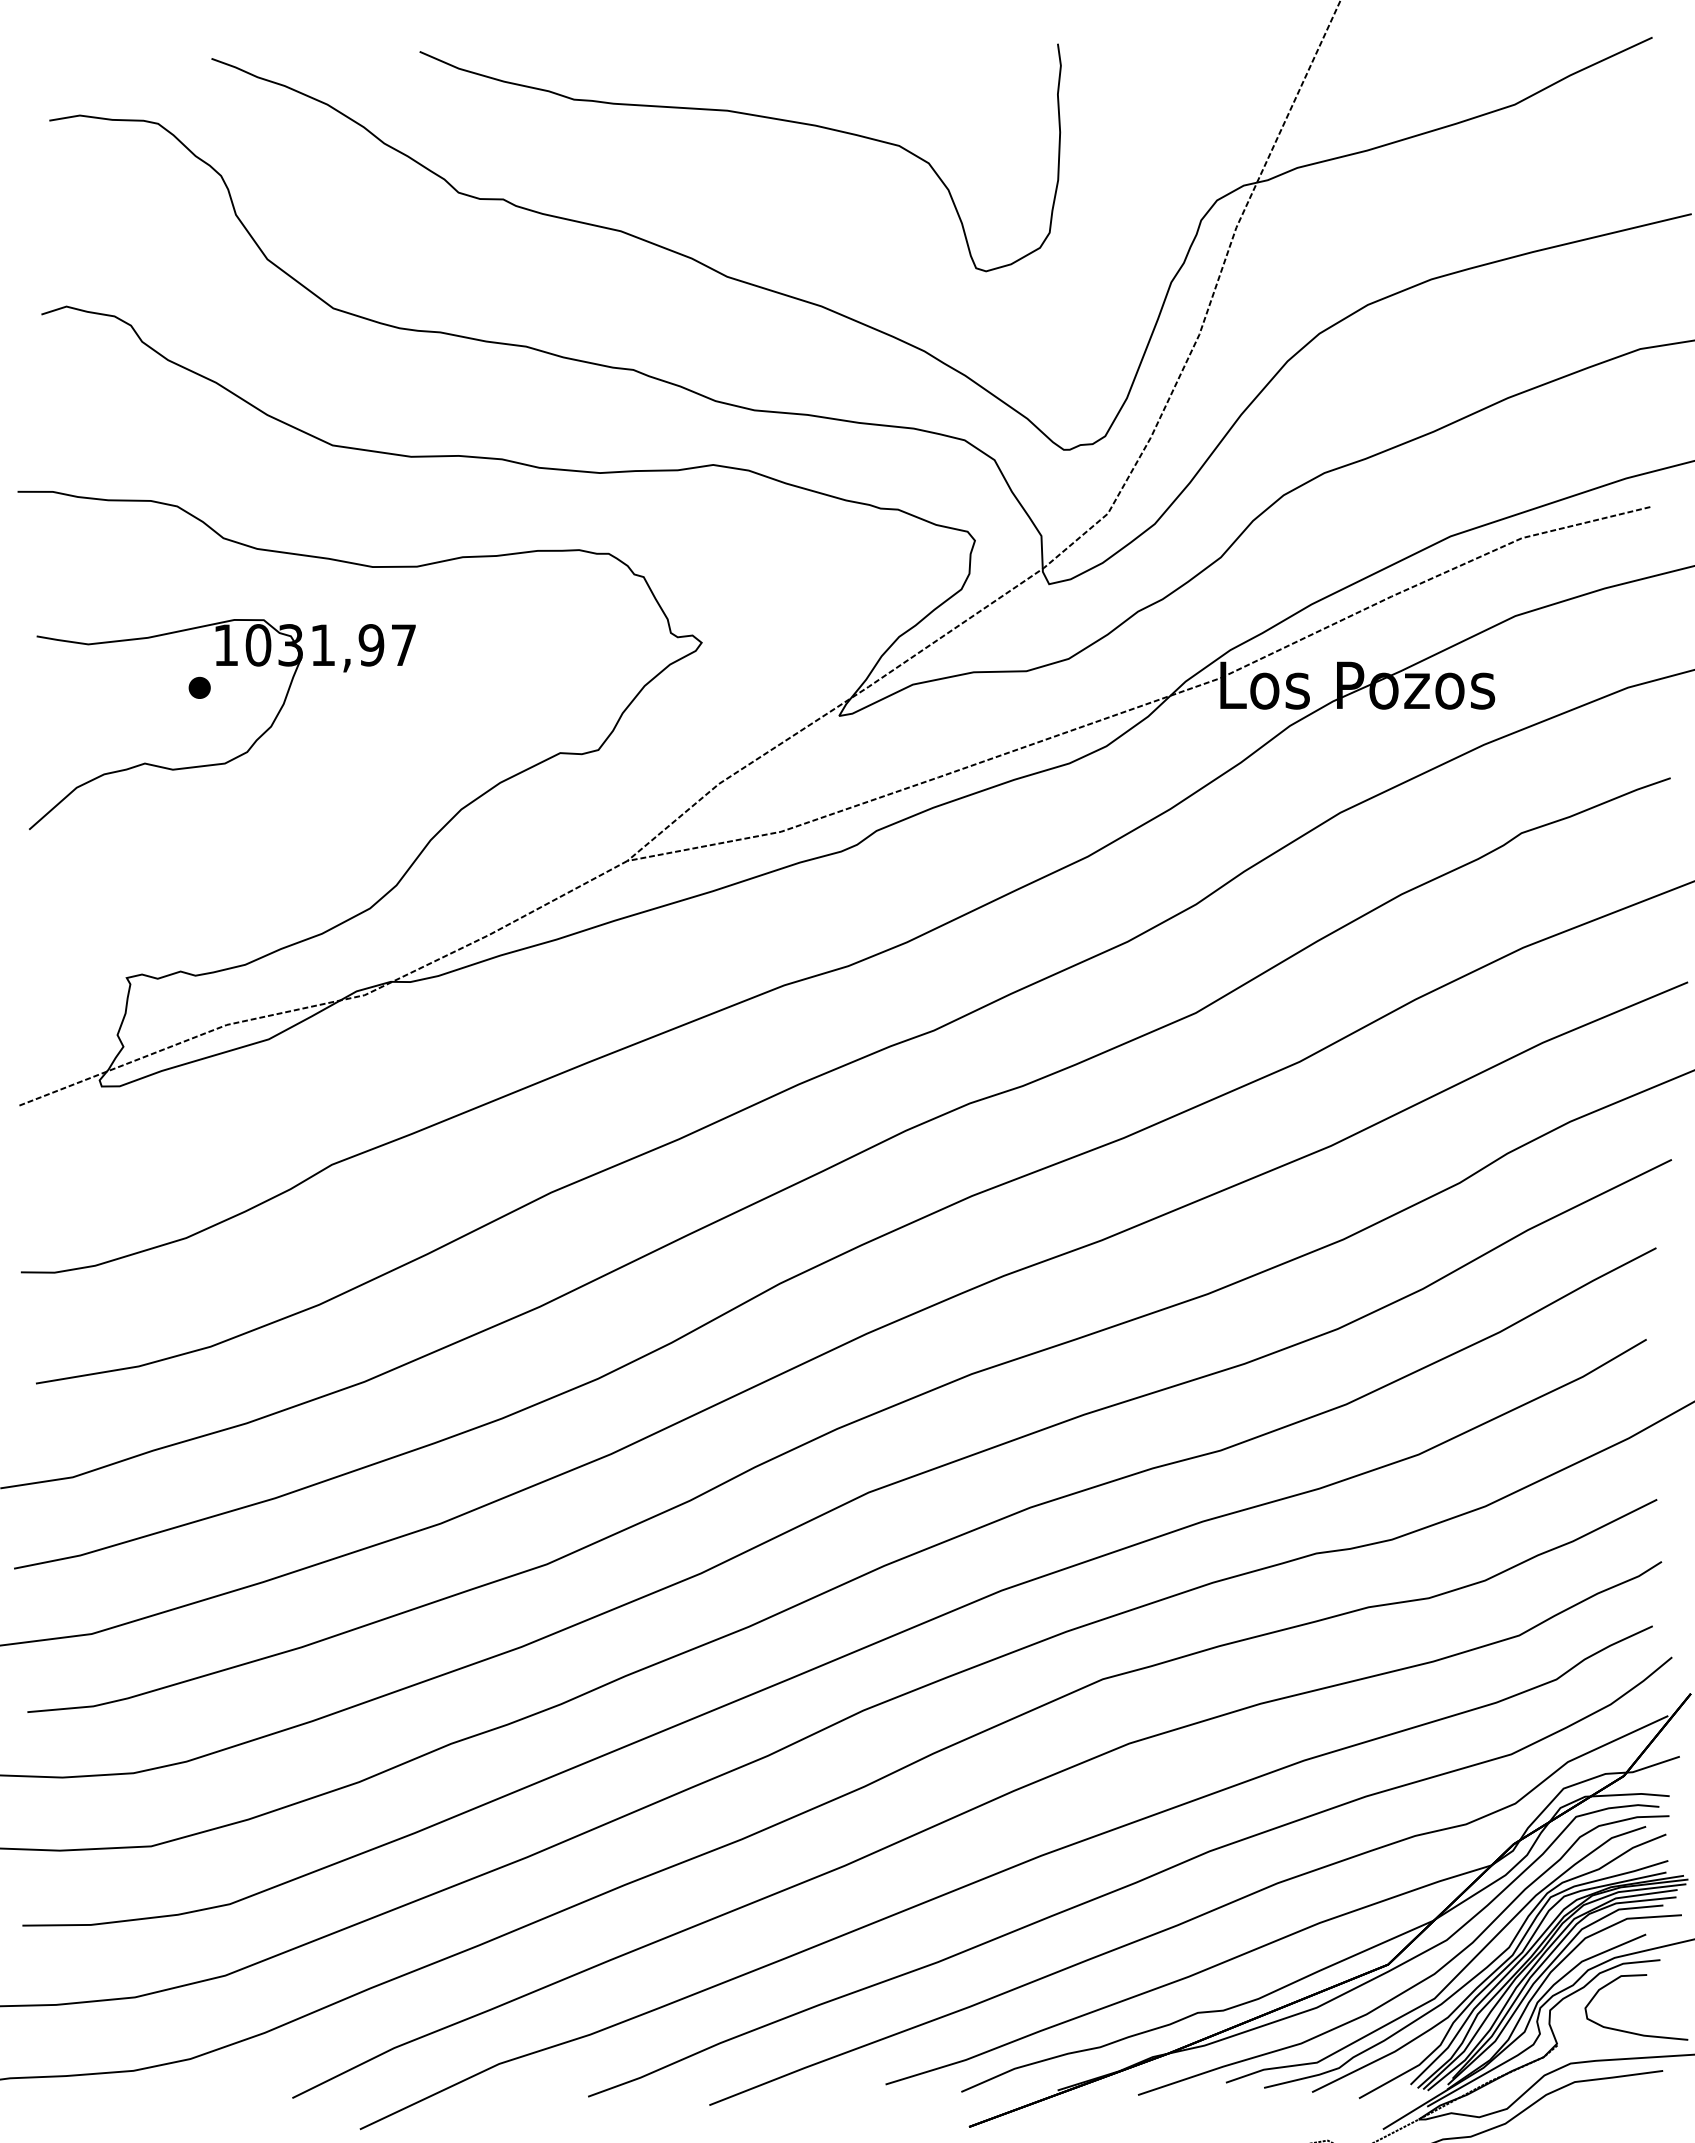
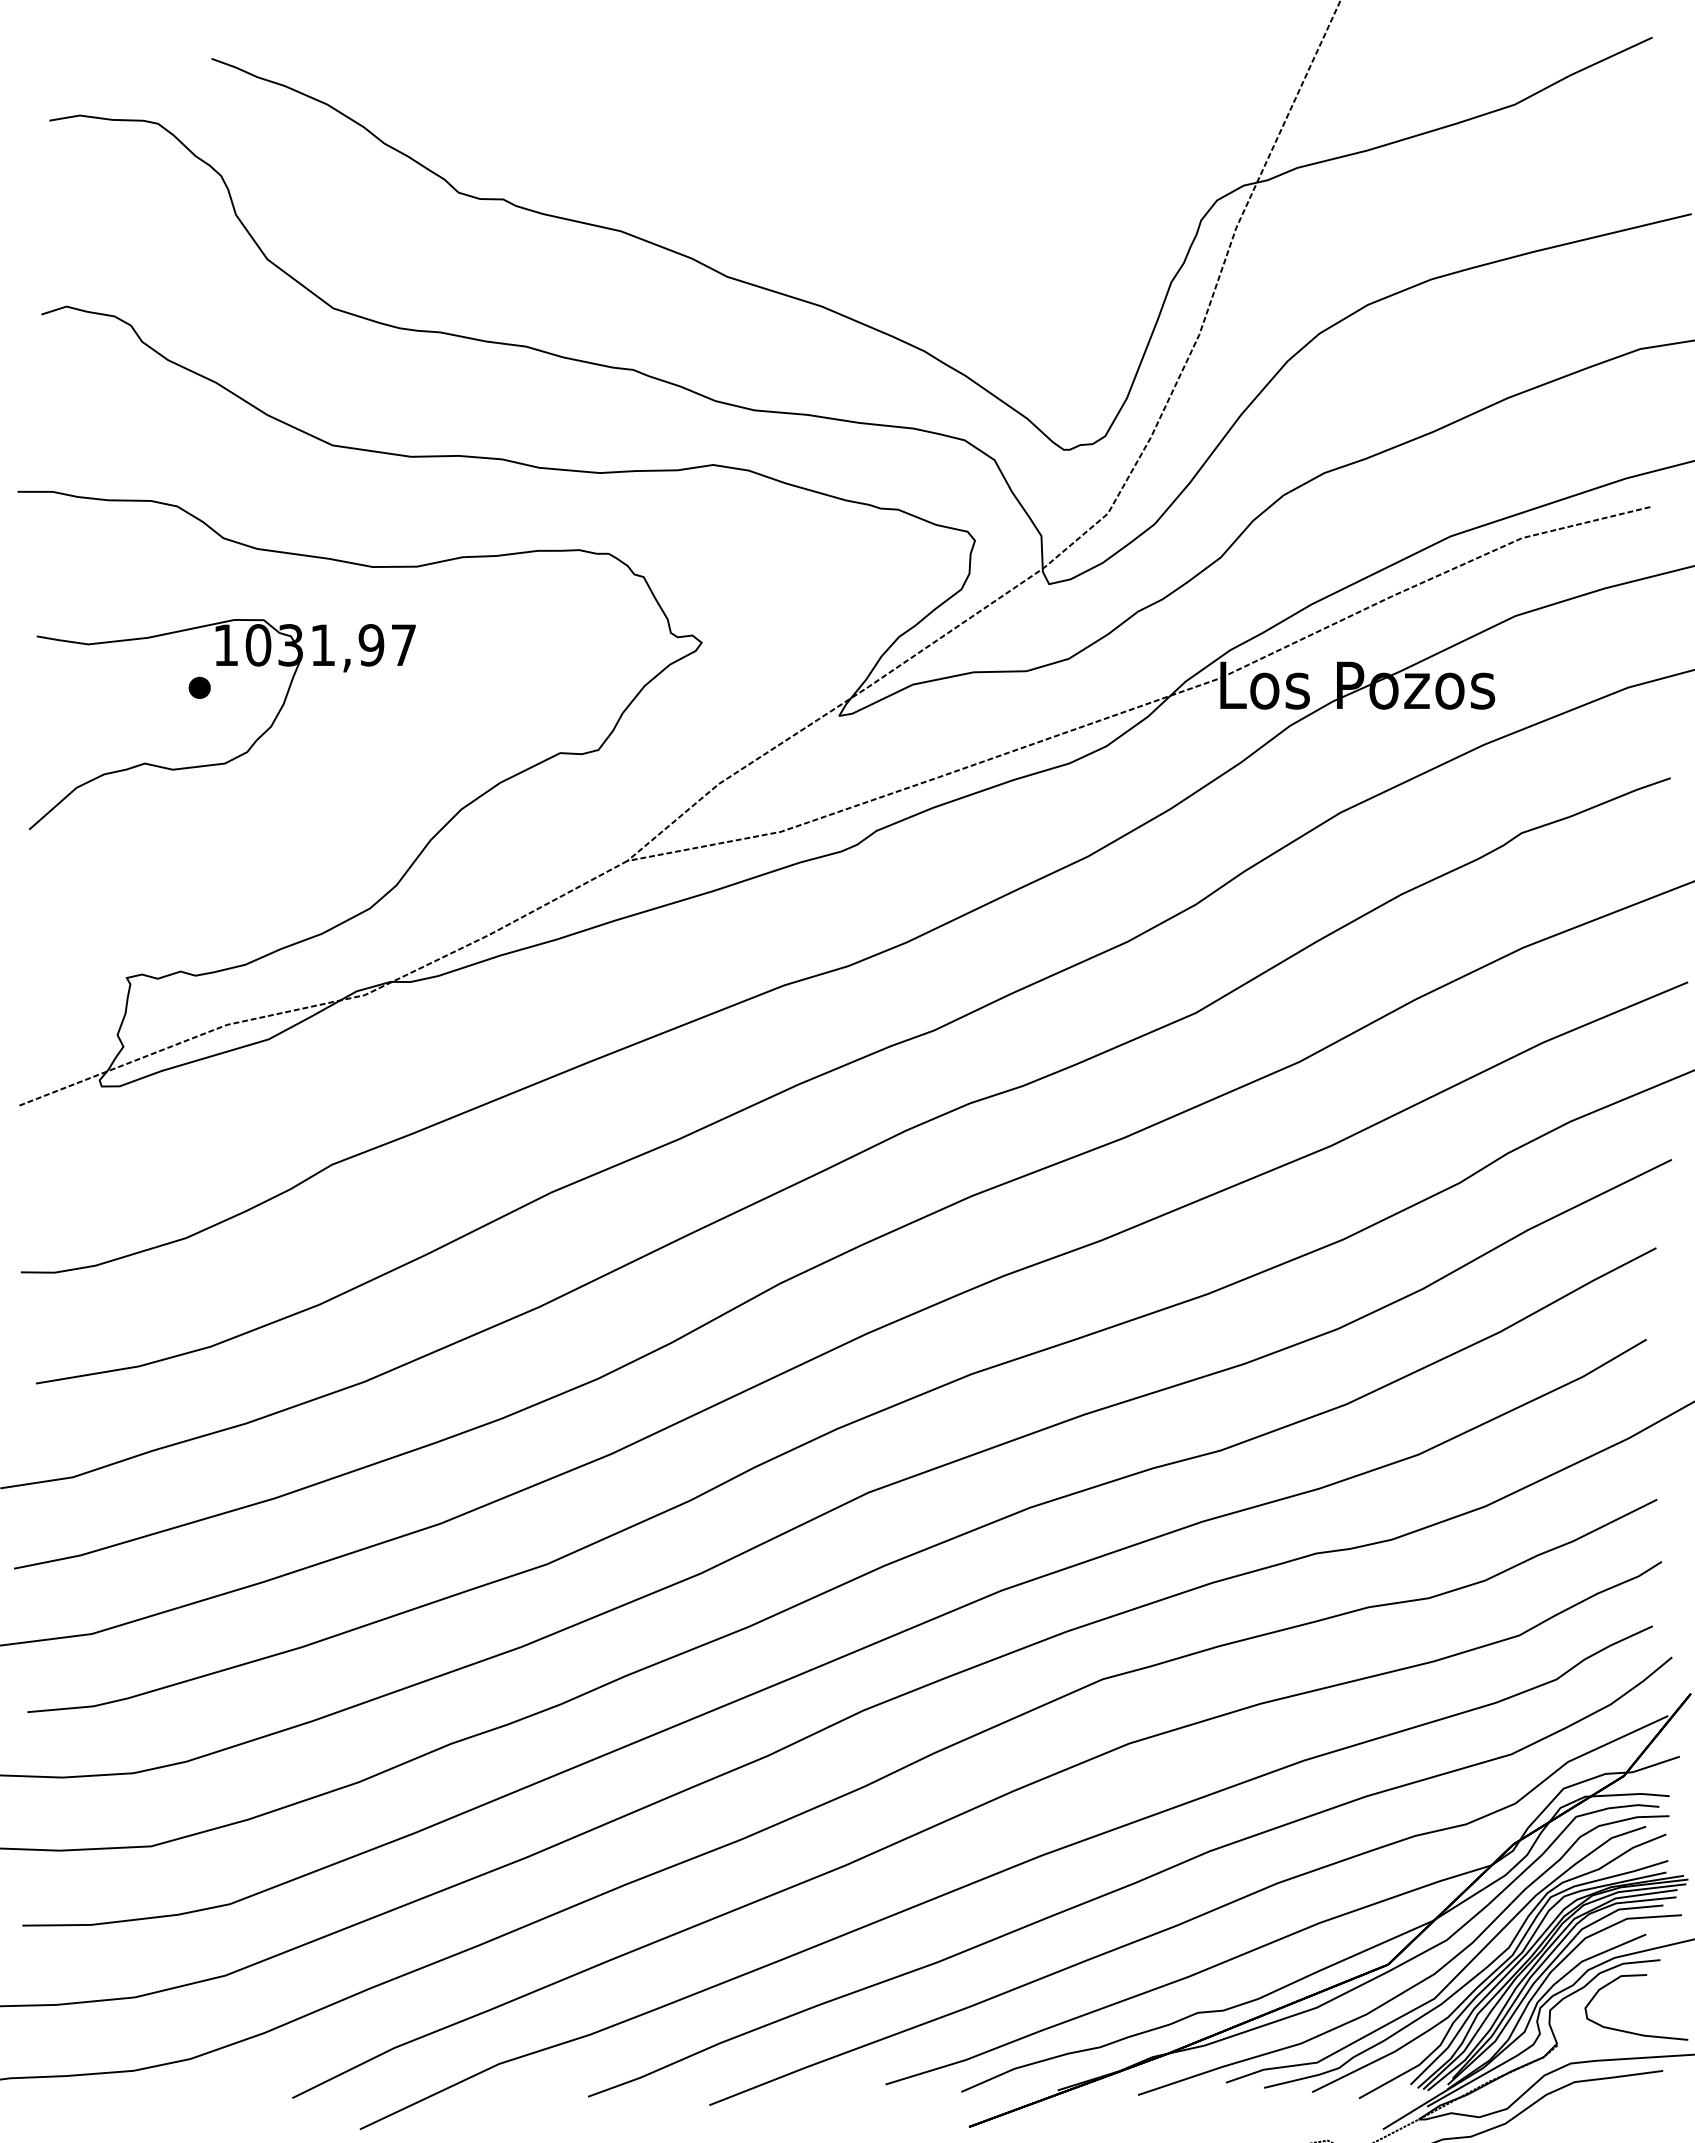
curve at (748, 115): present -> none
